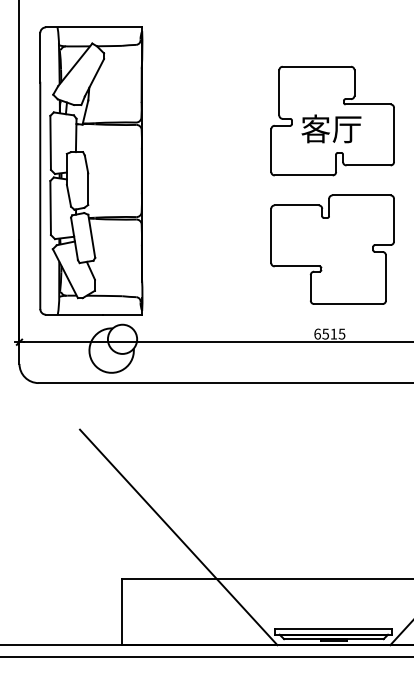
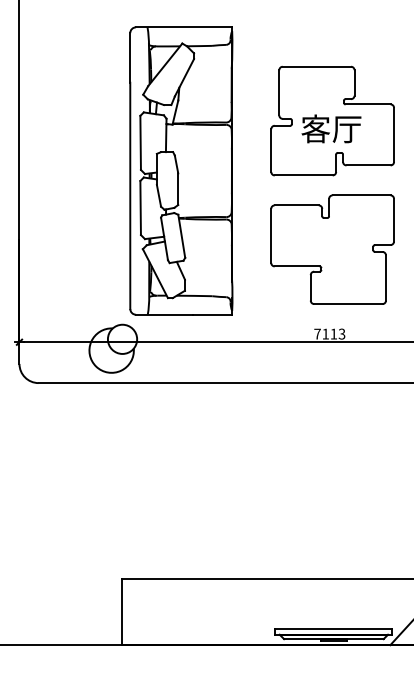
part at (91, 170) position: (91, 170) -> (181, 170)
text at (329, 333): 6515 -> 7113
line at (178, 537): present -> none
line at (206, 656): present -> none
